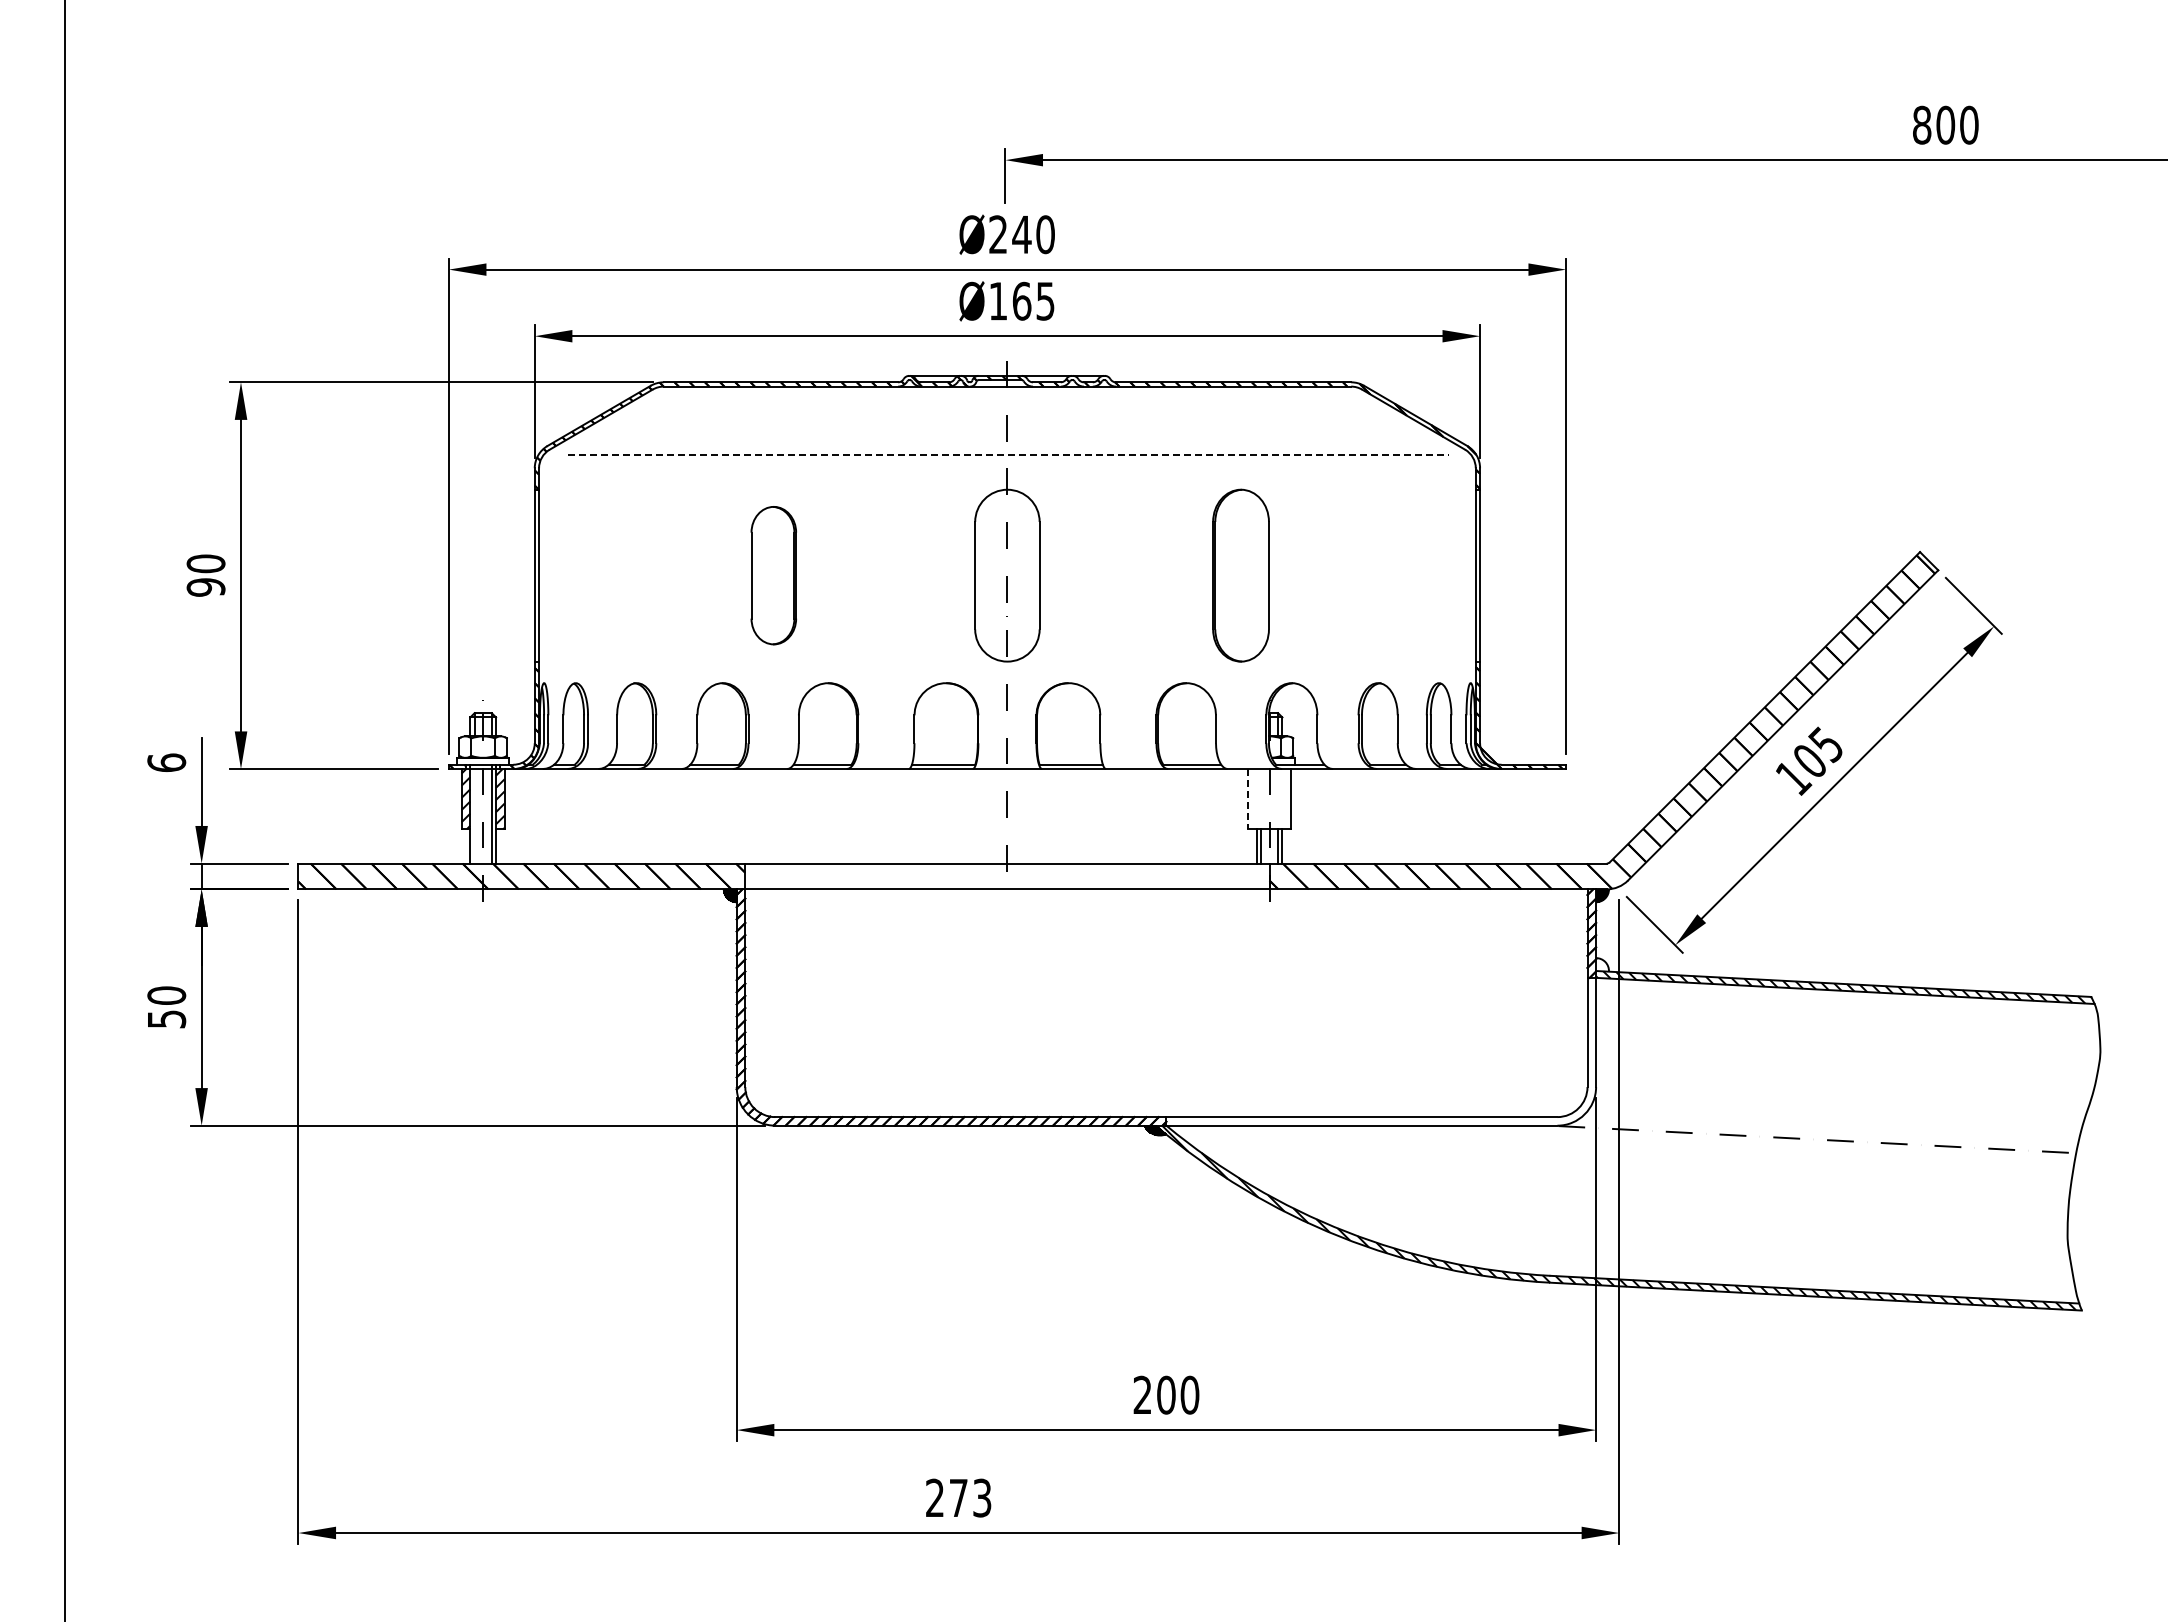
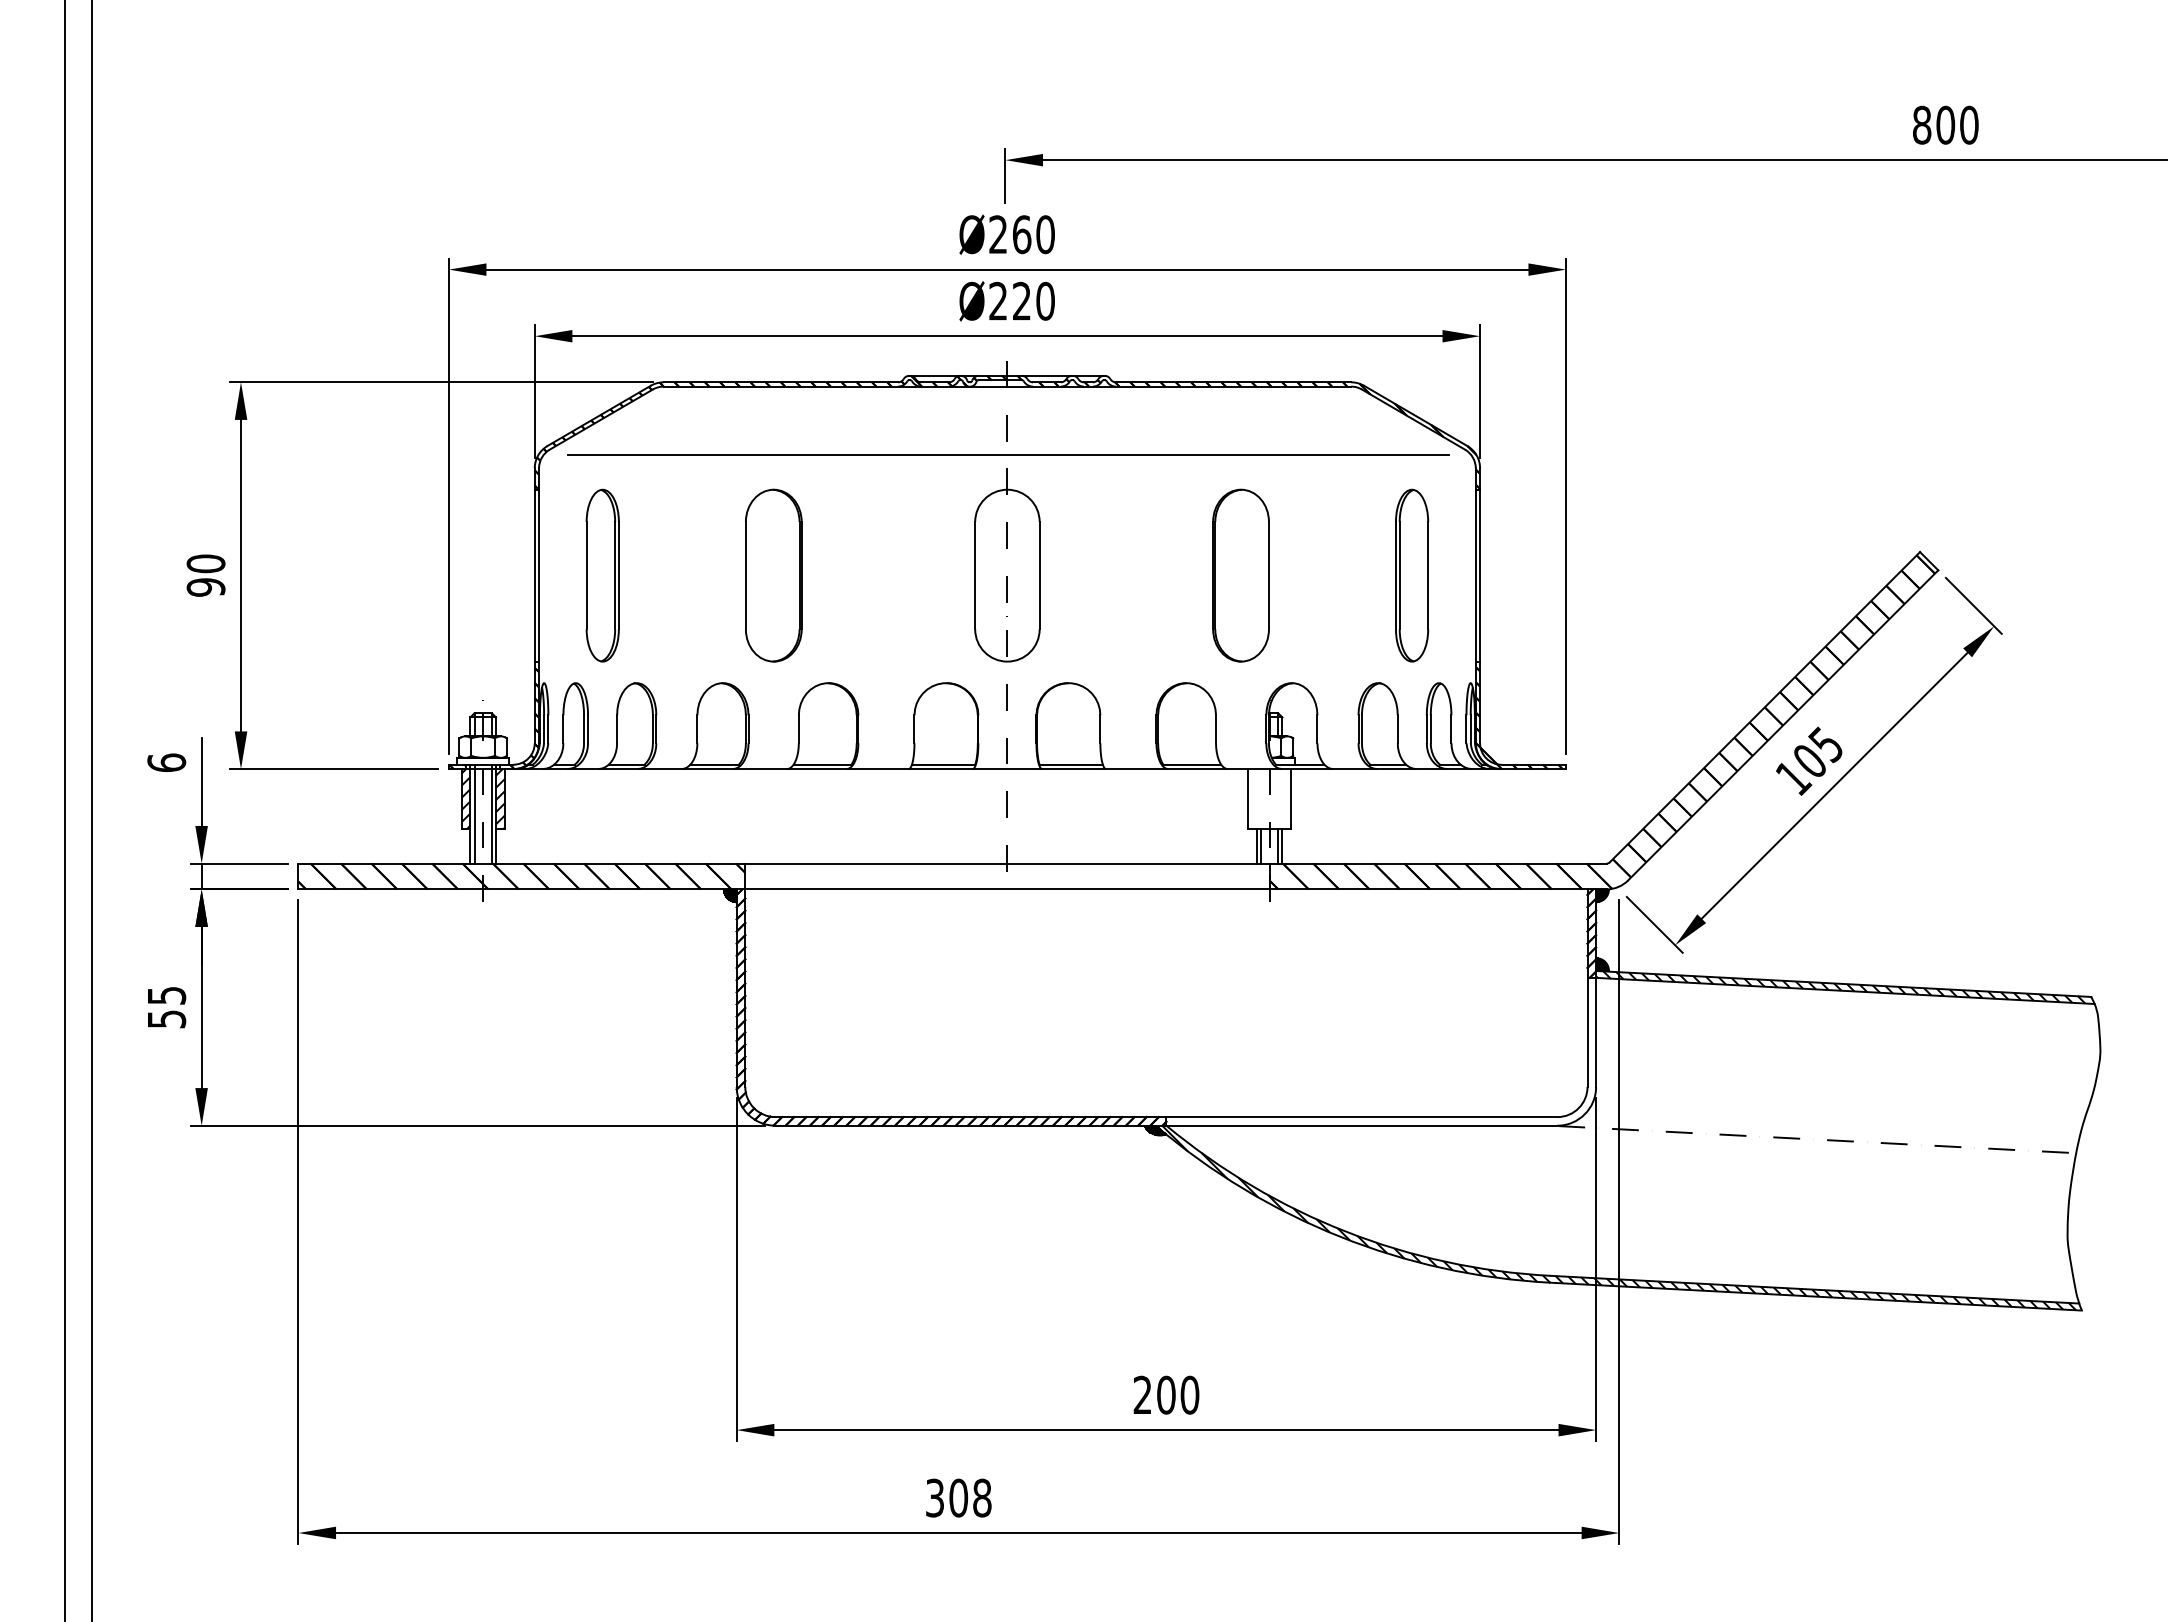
text at (1021, 234): Ø240 -> Ø260
text at (1021, 300): Ø165 -> Ø220
line at (1008, 455): dashed -> solid
part at (602, 575): none -> present
part at (773, 575) size: 47x140 px -> 58x175 px
part at (1412, 575): none -> present
line at (1248, 799): dashed -> solid
line at (91, 810): none -> present
line at (474, 813): none -> present
hatch at (1602, 964): none -> present
text at (166, 995): 50 -> 55
text at (958, 1497): 273 -> 308
